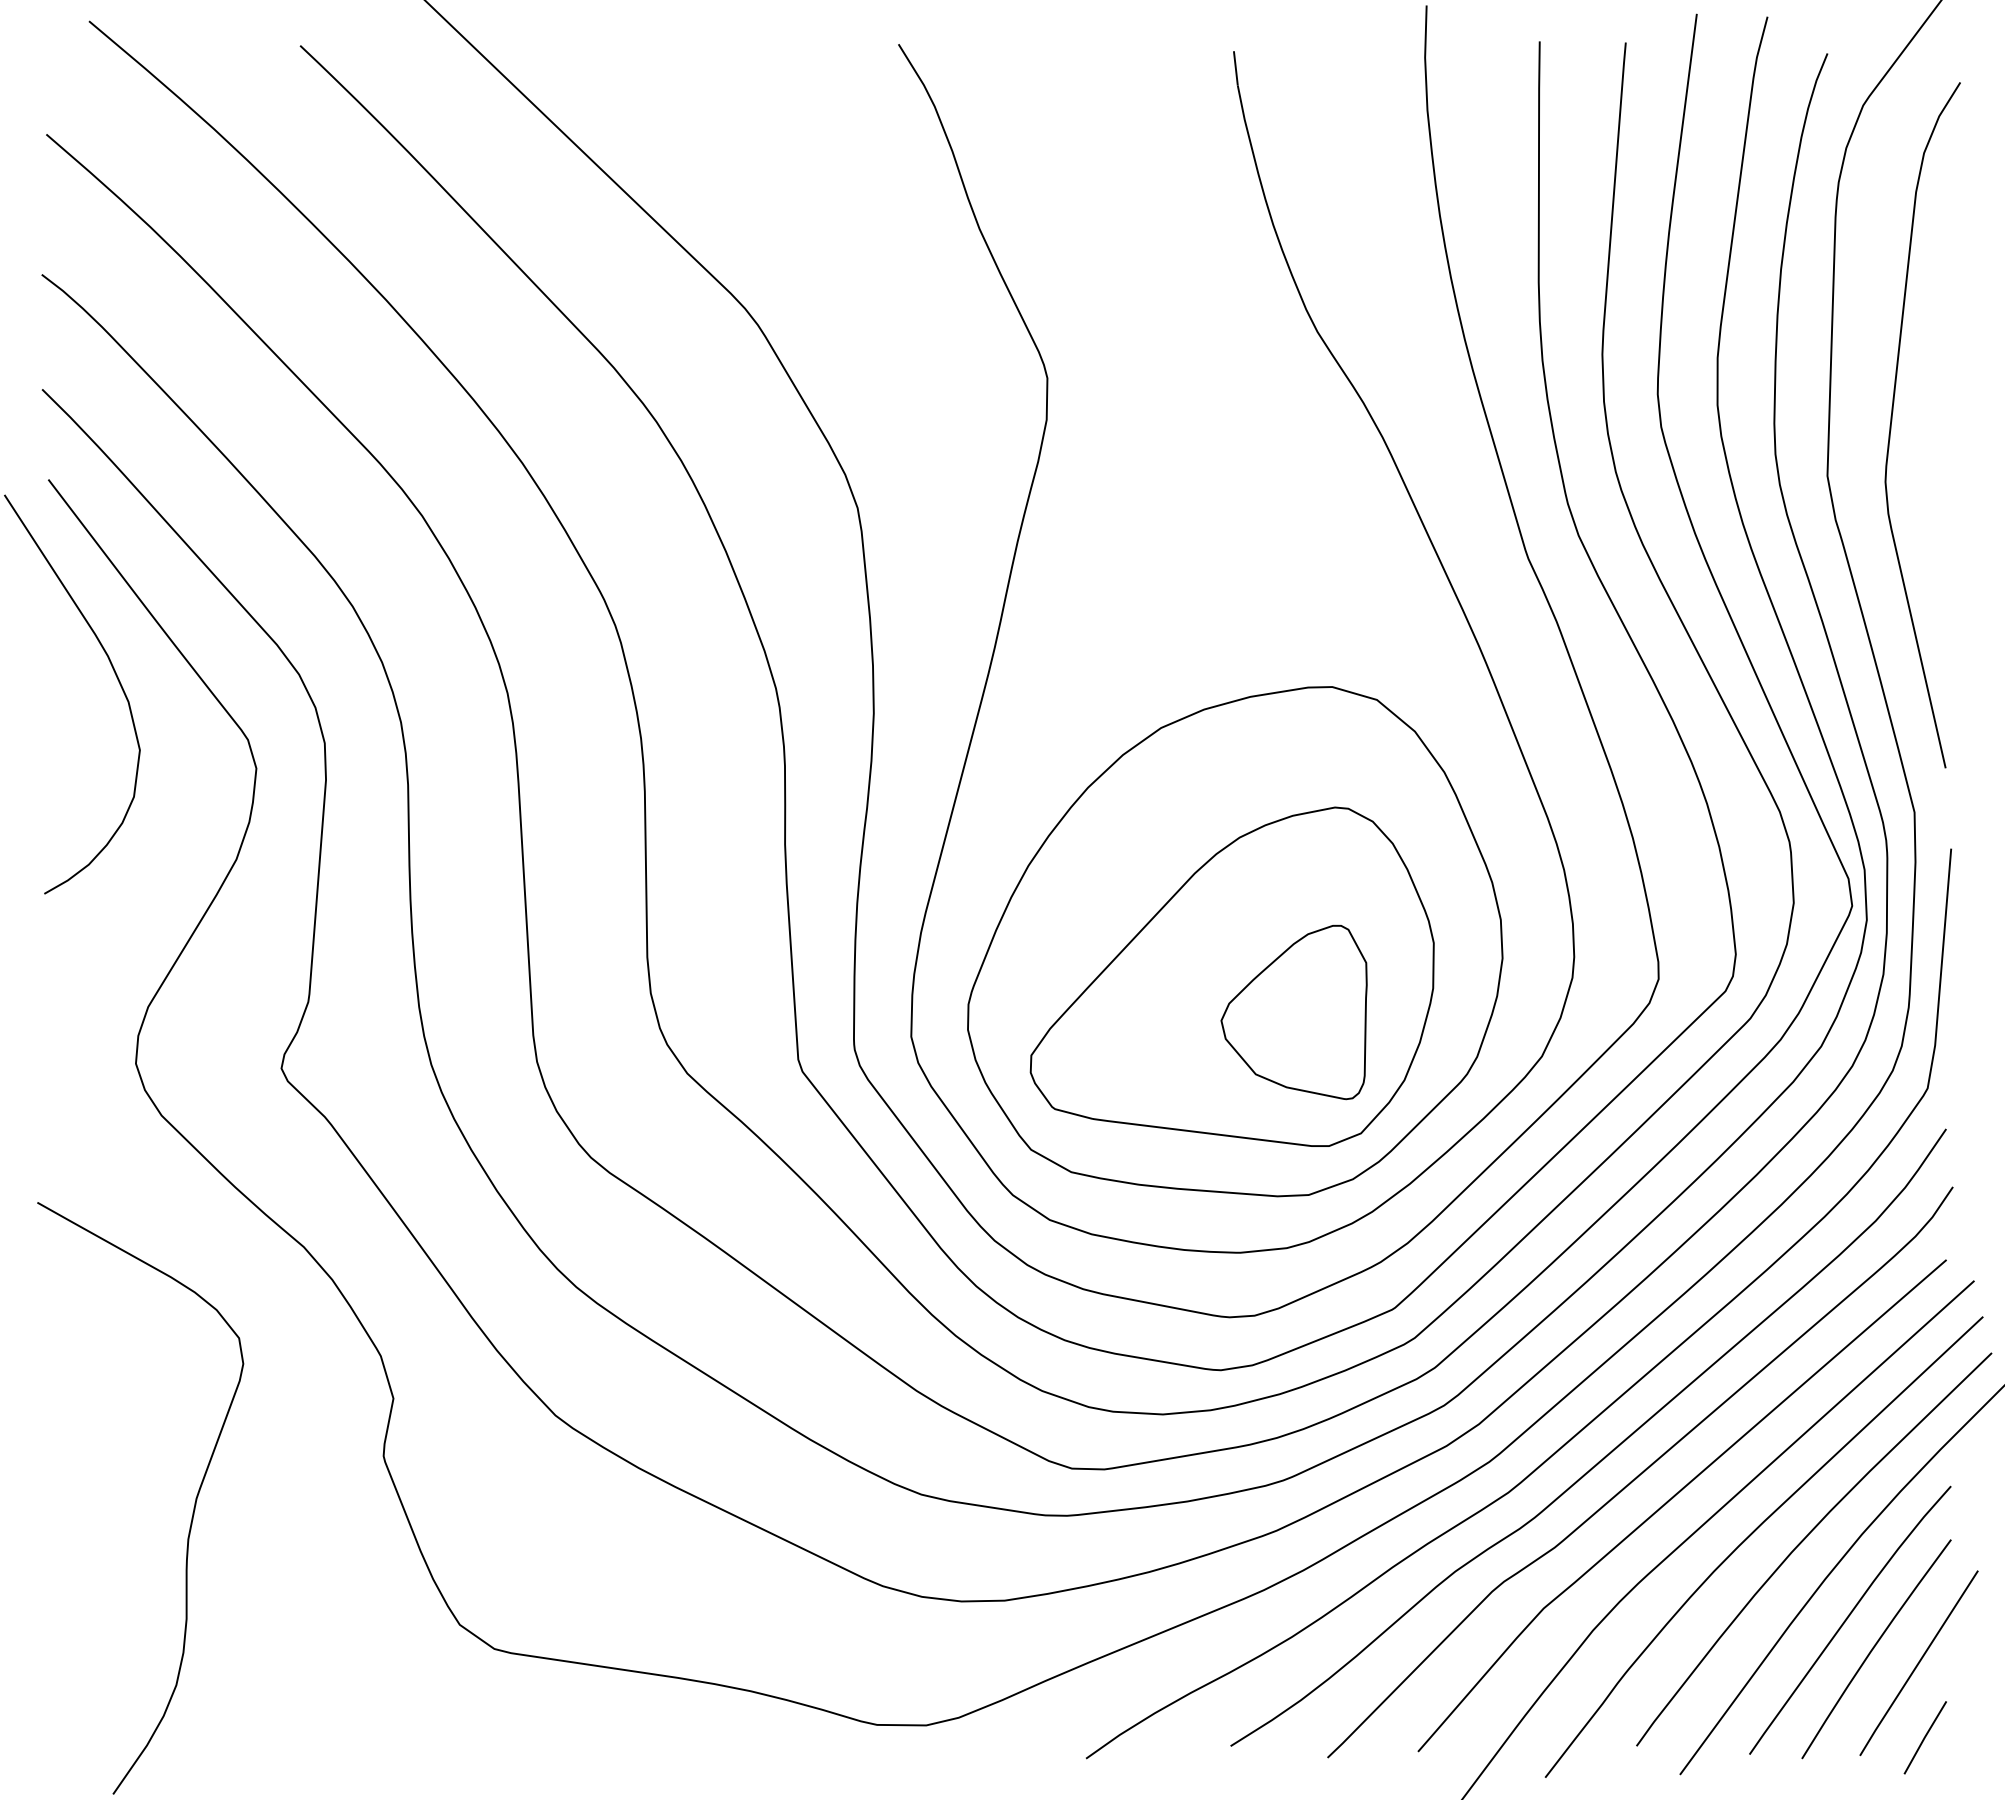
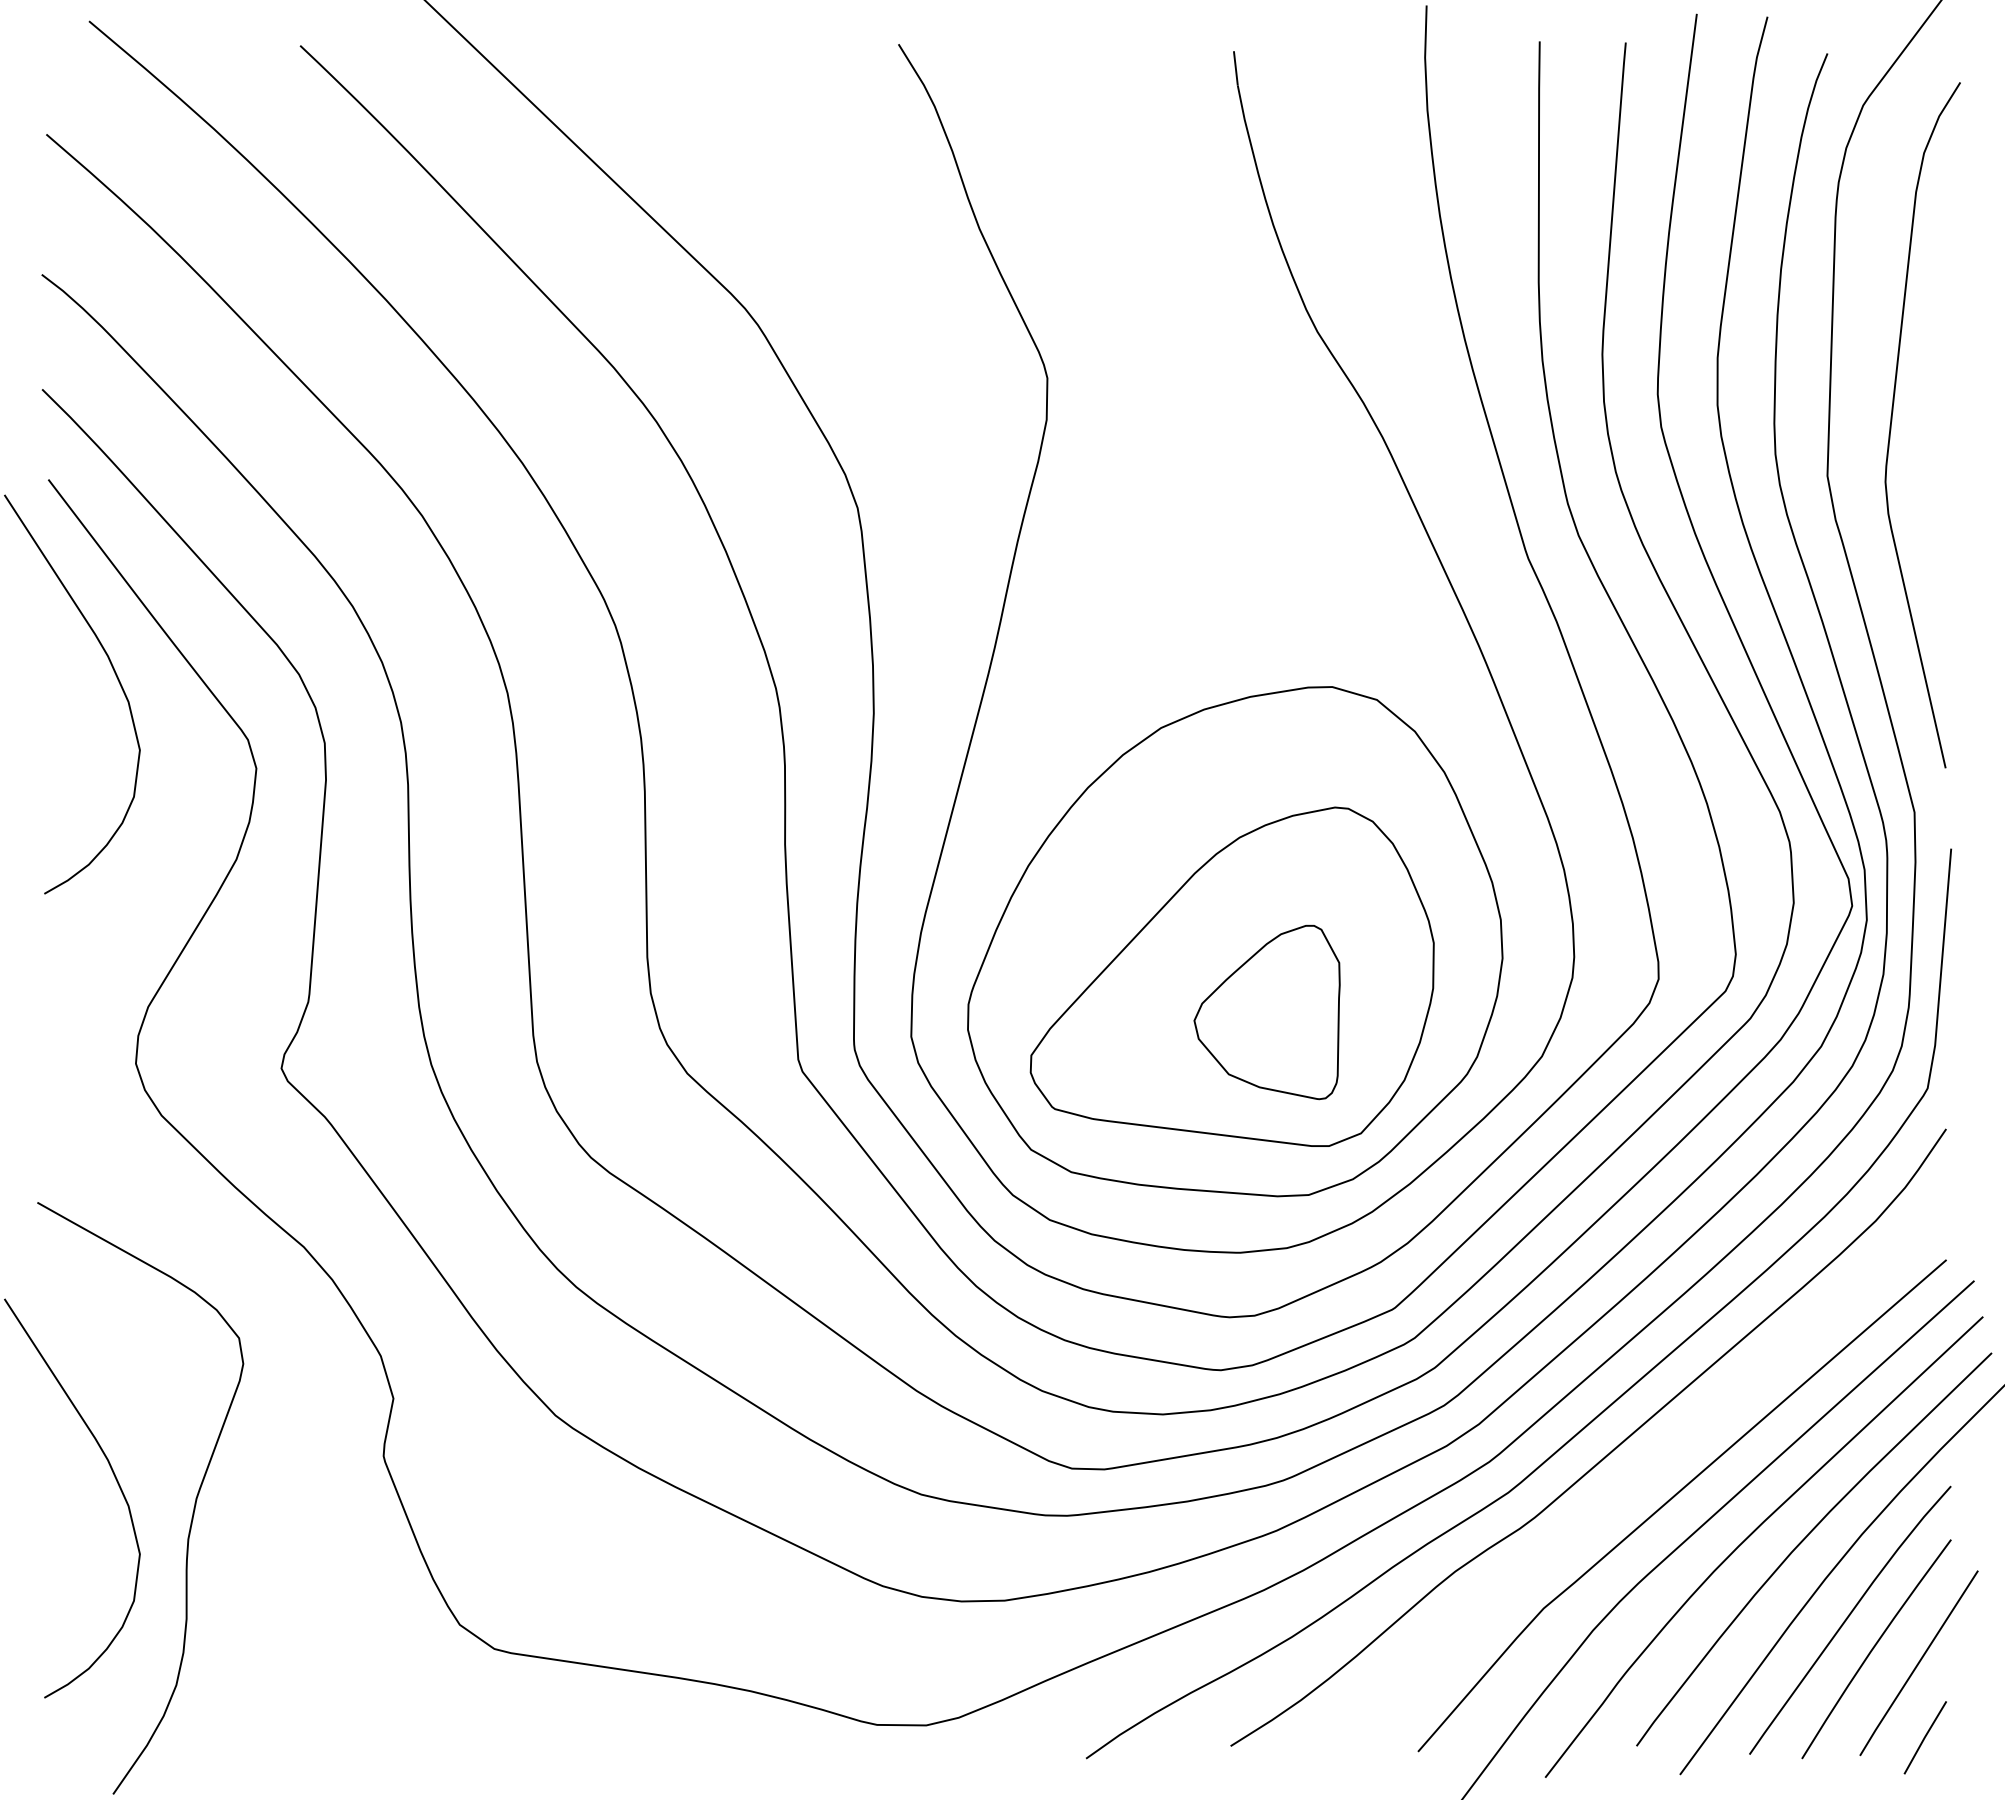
part at (1293, 1012) position: (1293, 1012) -> (1266, 1012)
curve at (1641, 1472): present -> none
curve at (114, 1477): none -> present
